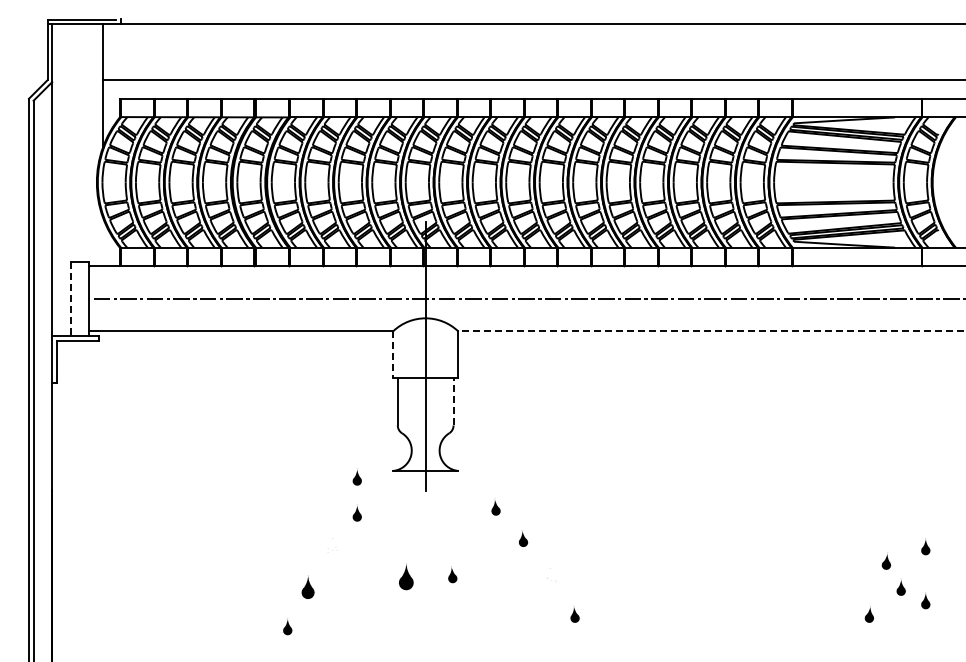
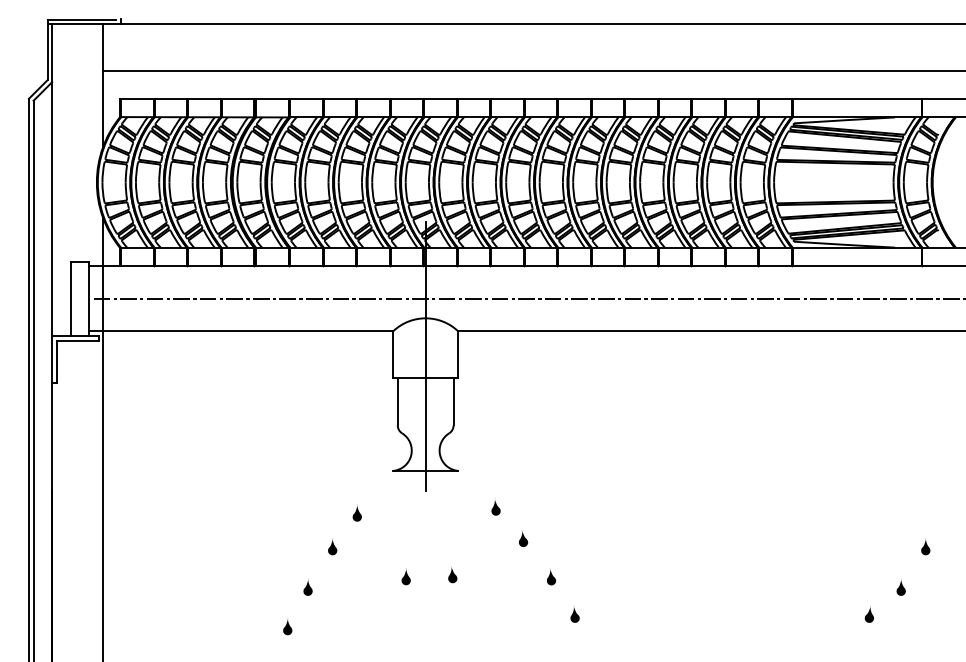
line at (532, 79) position: (532, 79) -> (532, 70)
line at (70, 299): dashed -> solid
line at (711, 331): dashed -> solid
line at (393, 355): dashed -> solid
line at (453, 401): dashed -> solid
line at (103, 438): none -> present
part at (356, 477): present -> none
fill at (332, 546): none -> present
part at (886, 561): present -> none
part at (406, 576) size: 15x28 px -> 10x18 px
fill at (551, 576): none -> present
part at (307, 586) size: 14x24 px -> 10x16 px
part at (925, 600): present -> none
